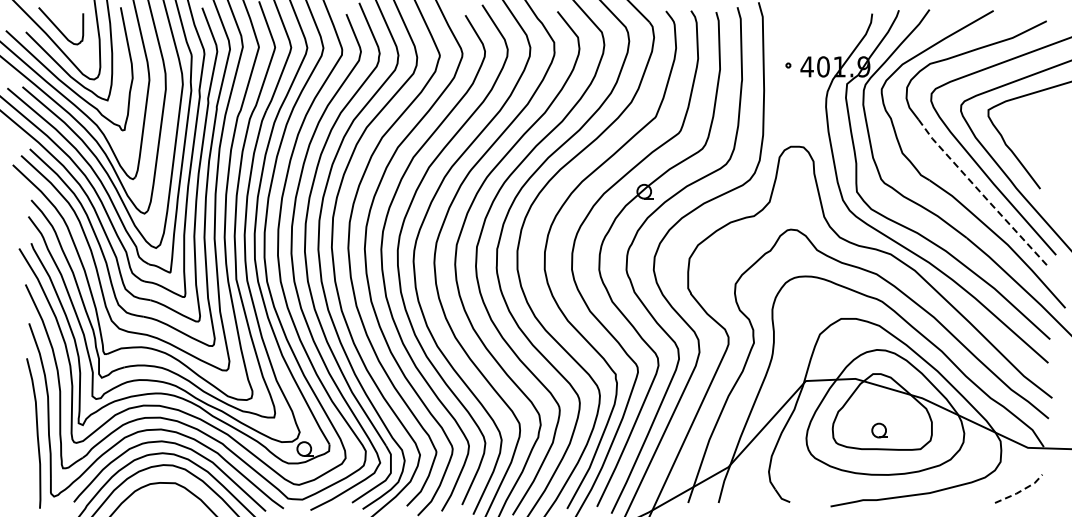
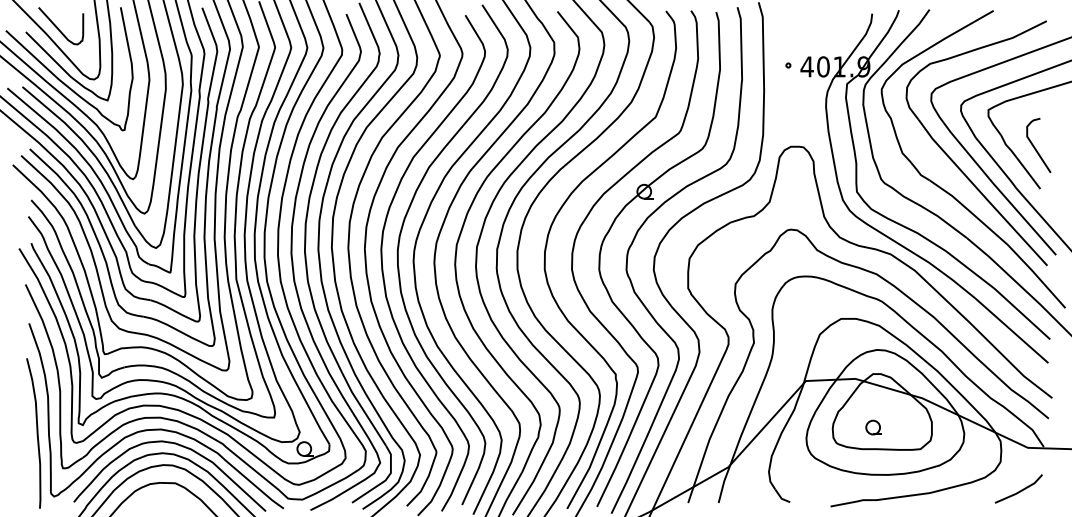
curve at (1035, 147): none -> present
line at (981, 193): dashed -> solid
part at (879, 430) position: (879, 430) -> (873, 427)
line at (1020, 491): dashed -> solid
